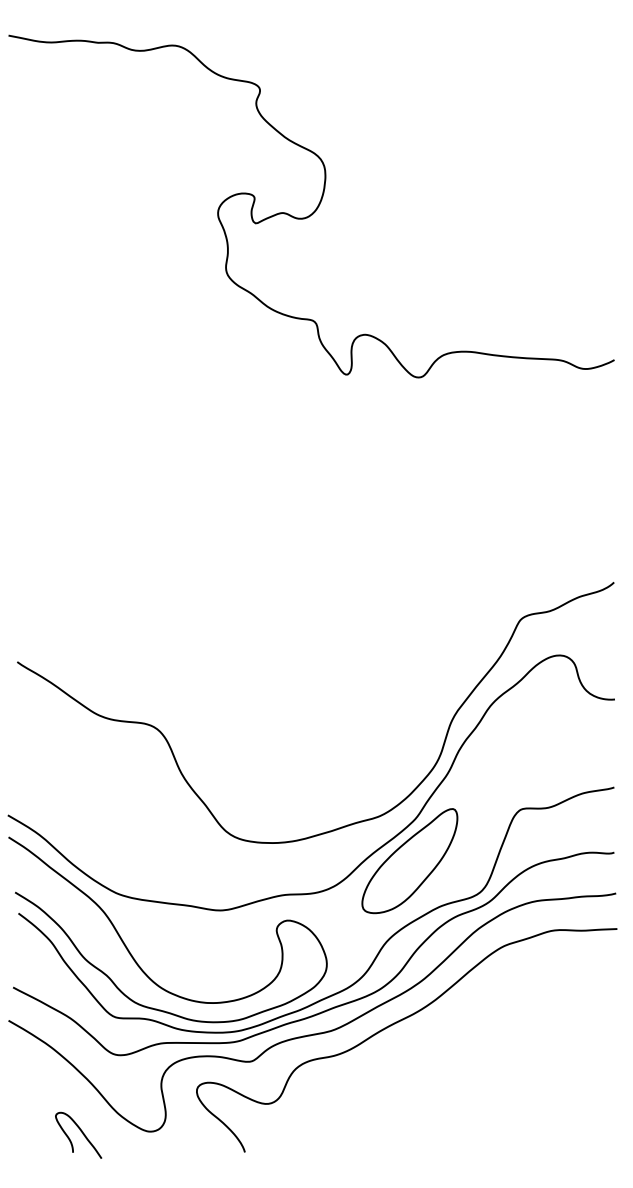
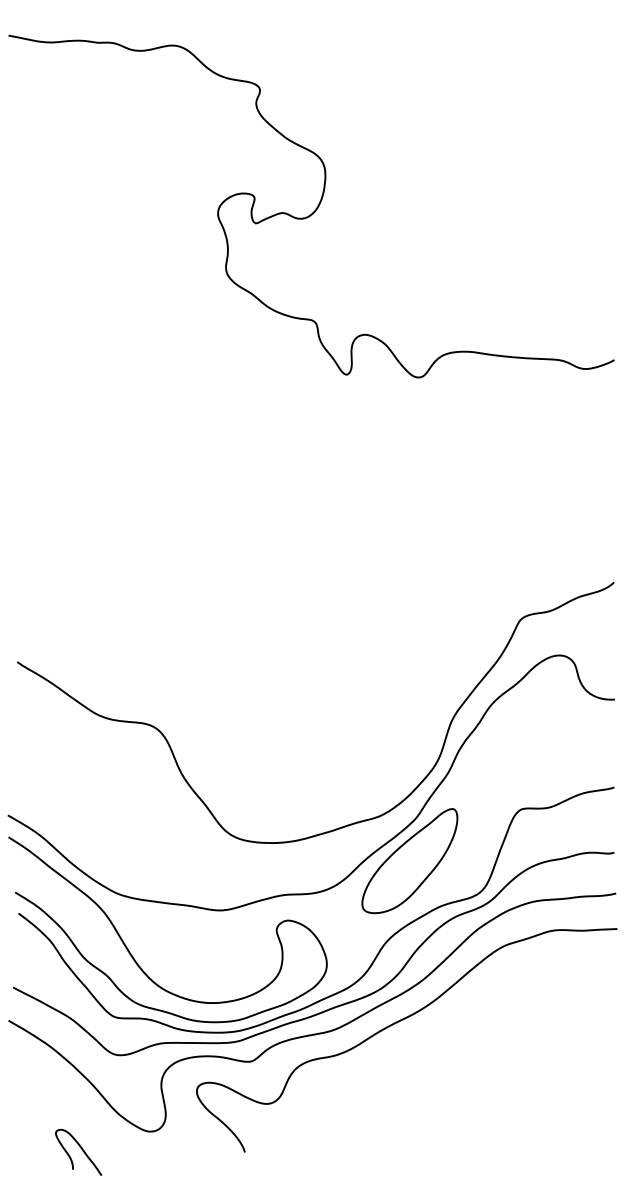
curve at (80, 1131) position: (80, 1131) -> (80, 1148)
